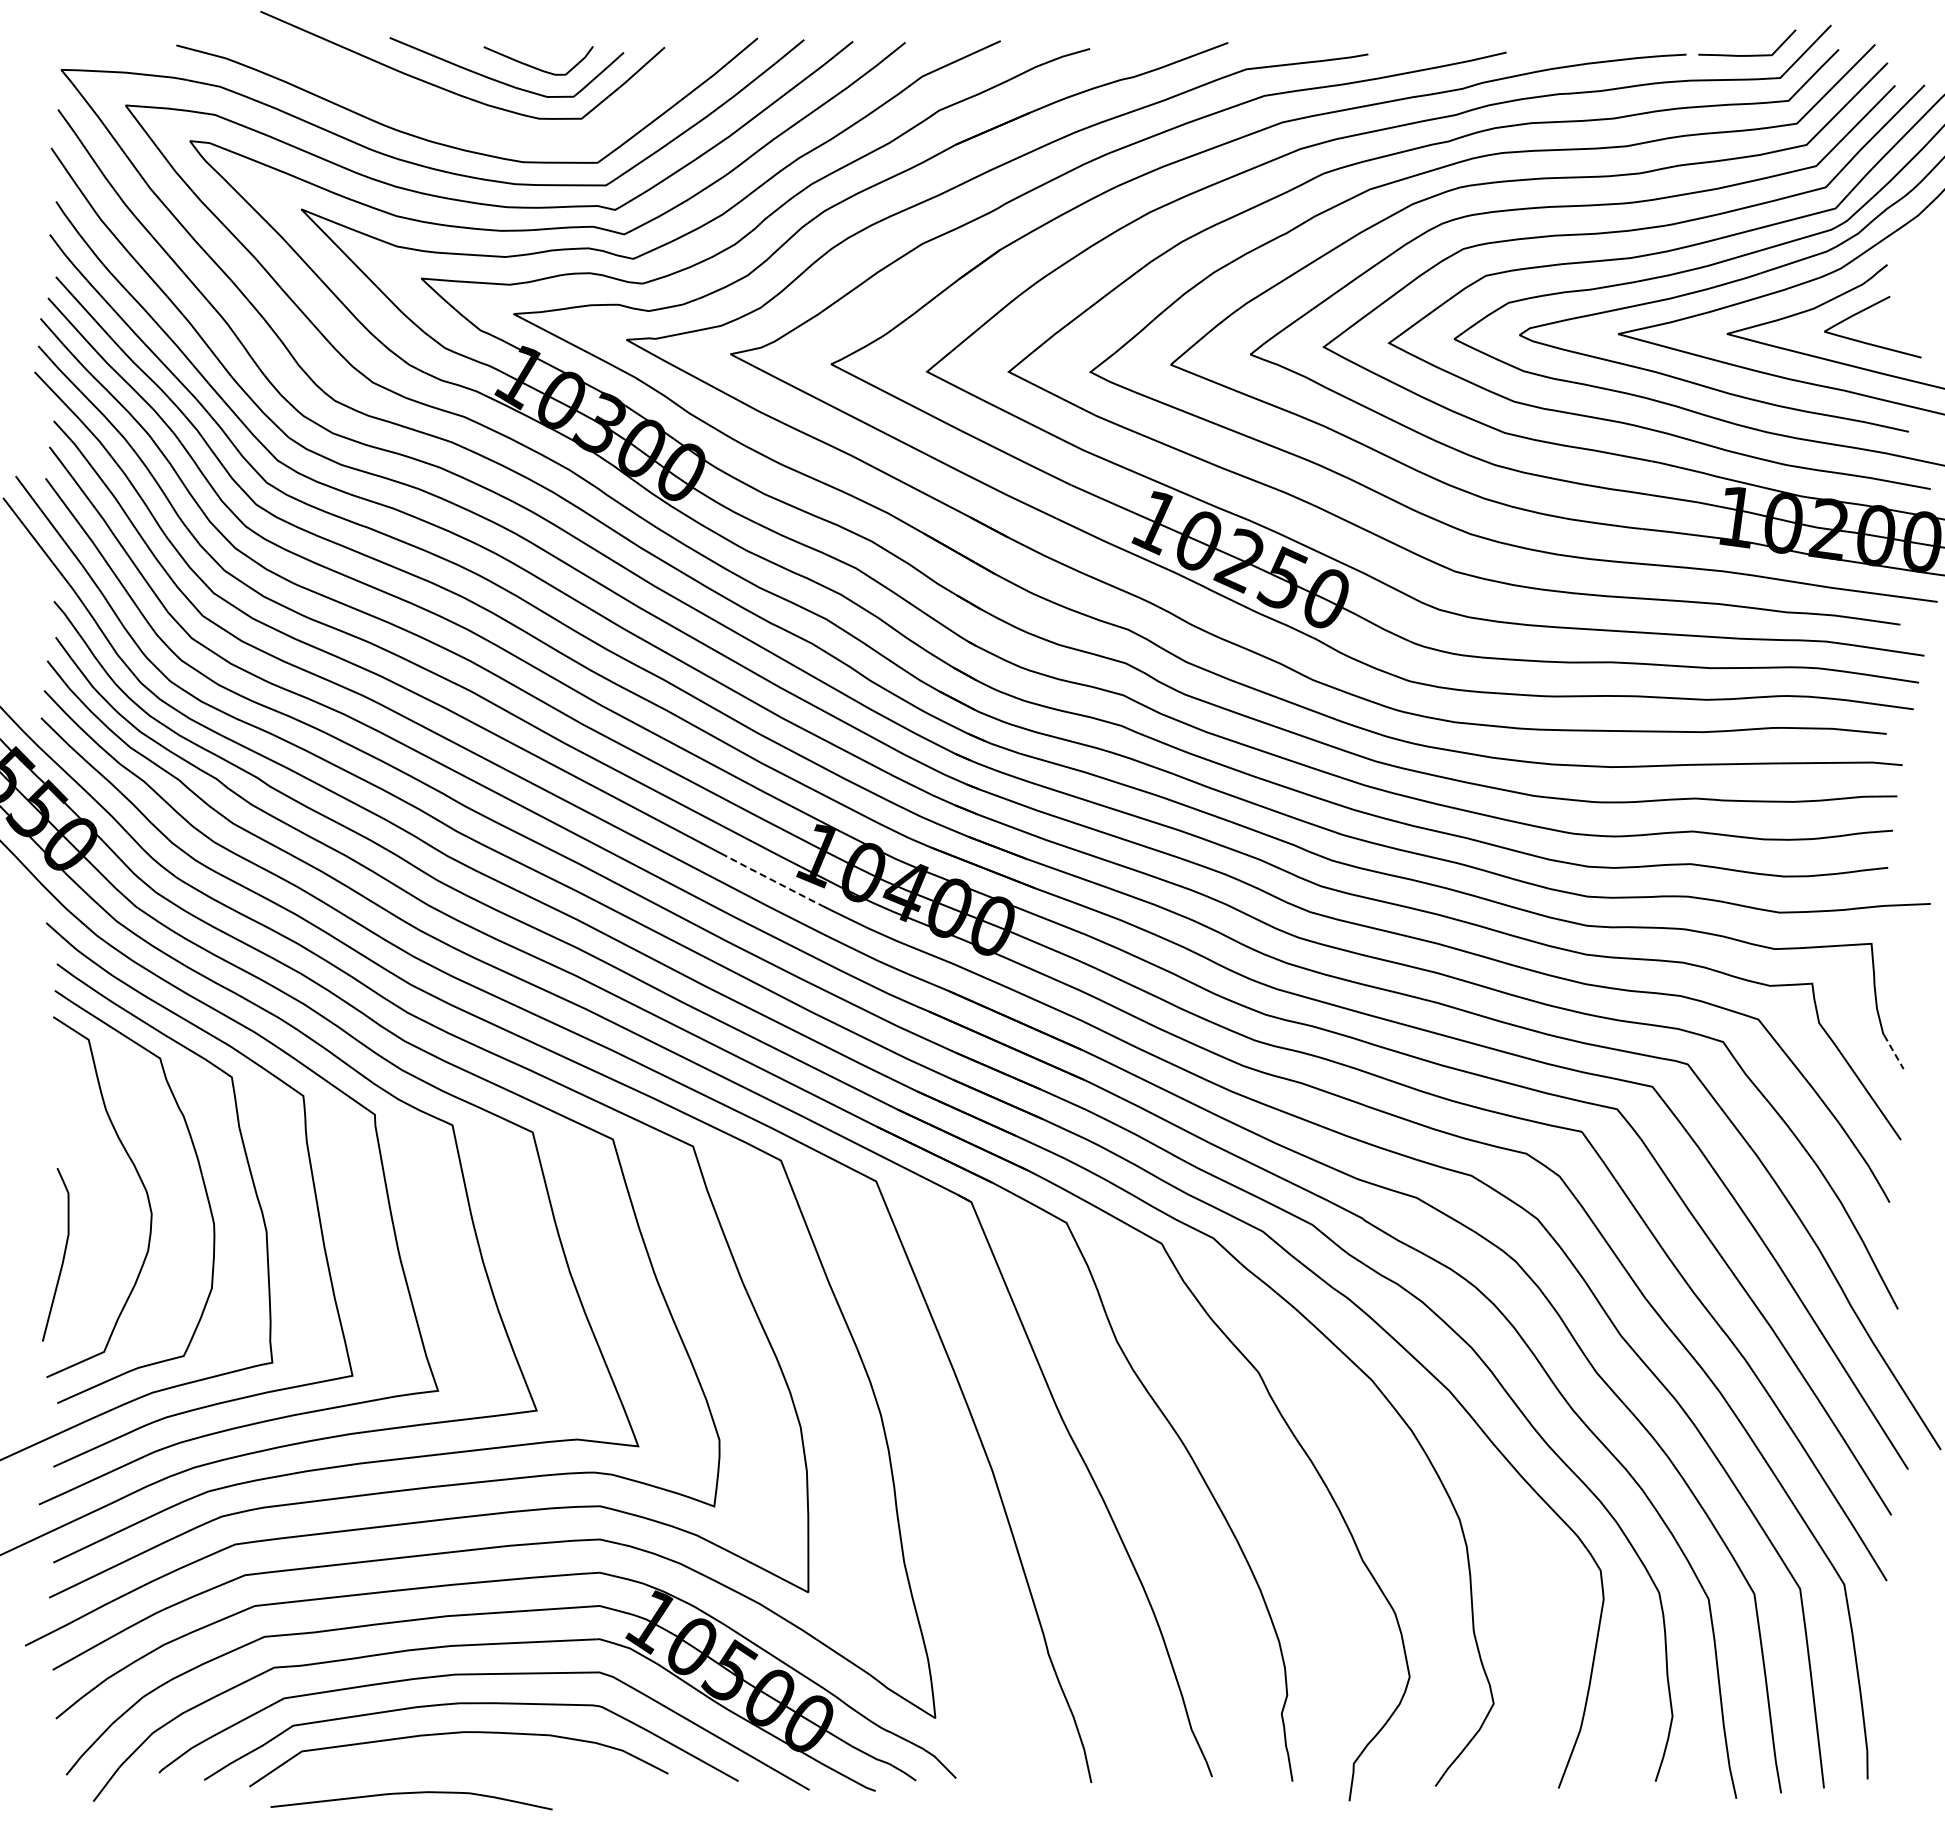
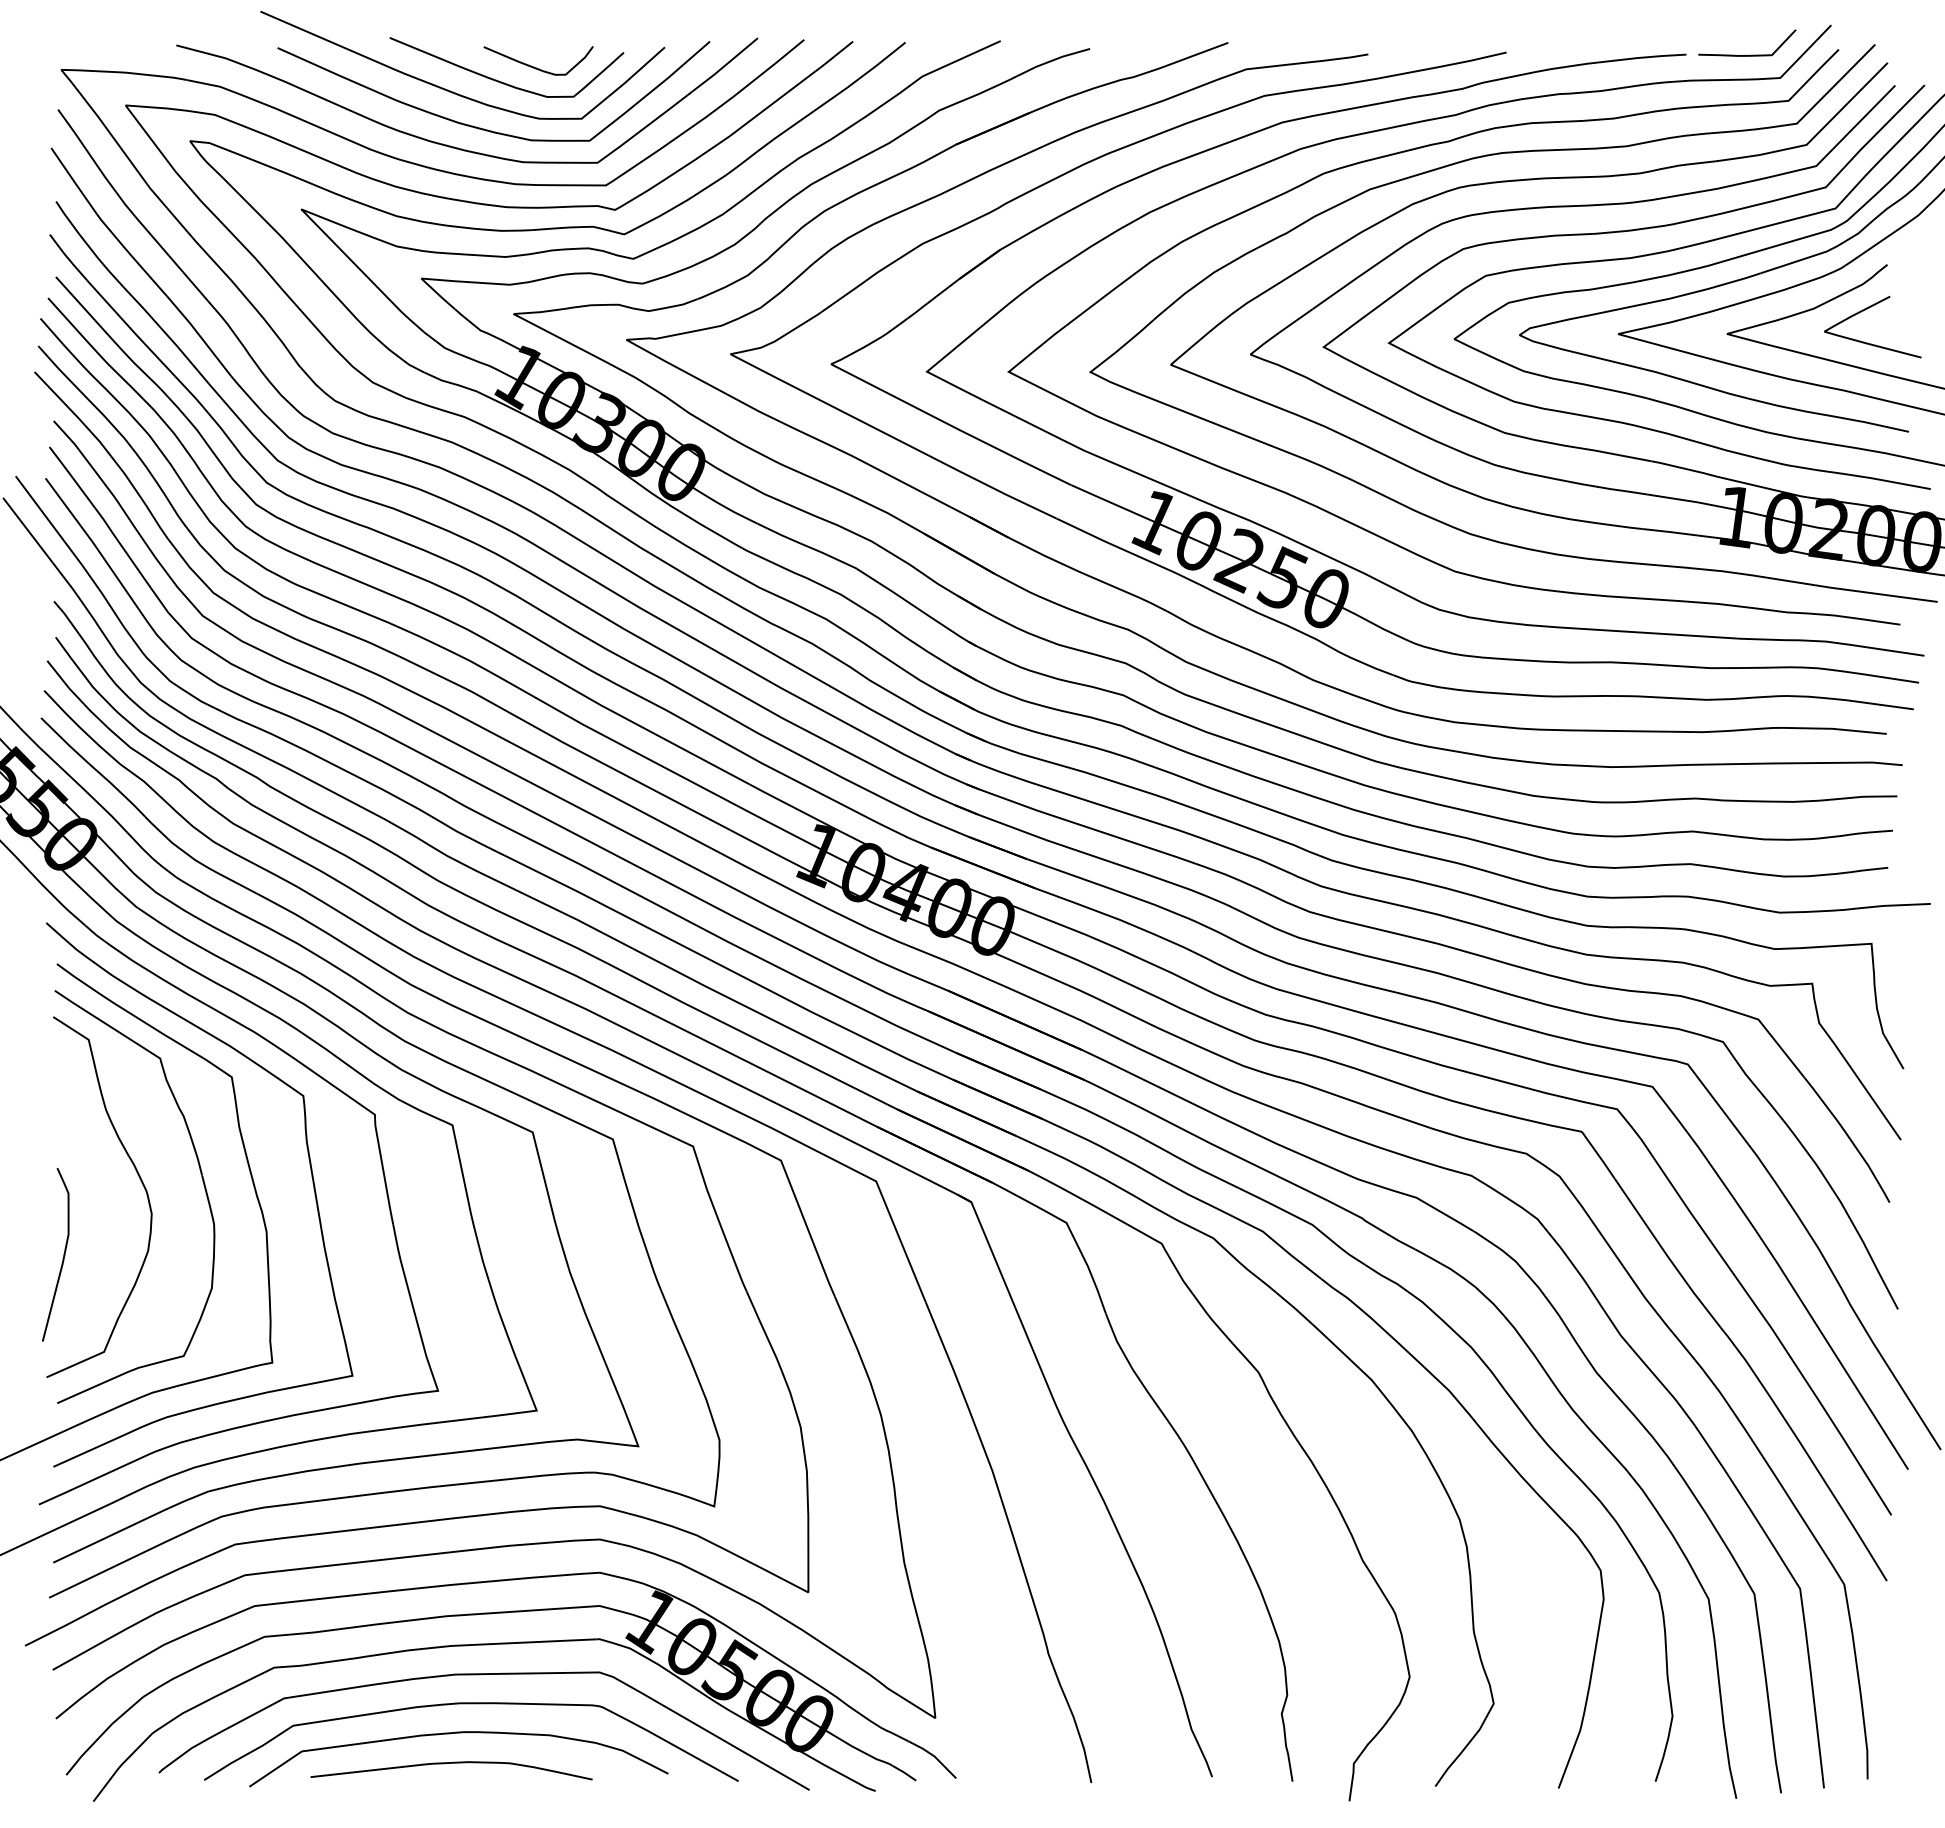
curve at (484, 128): none -> present
line at (771, 880): dashed -> solid
line at (1893, 1052): dashed -> solid
curve at (411, 1793) position: (411, 1793) -> (451, 1763)
